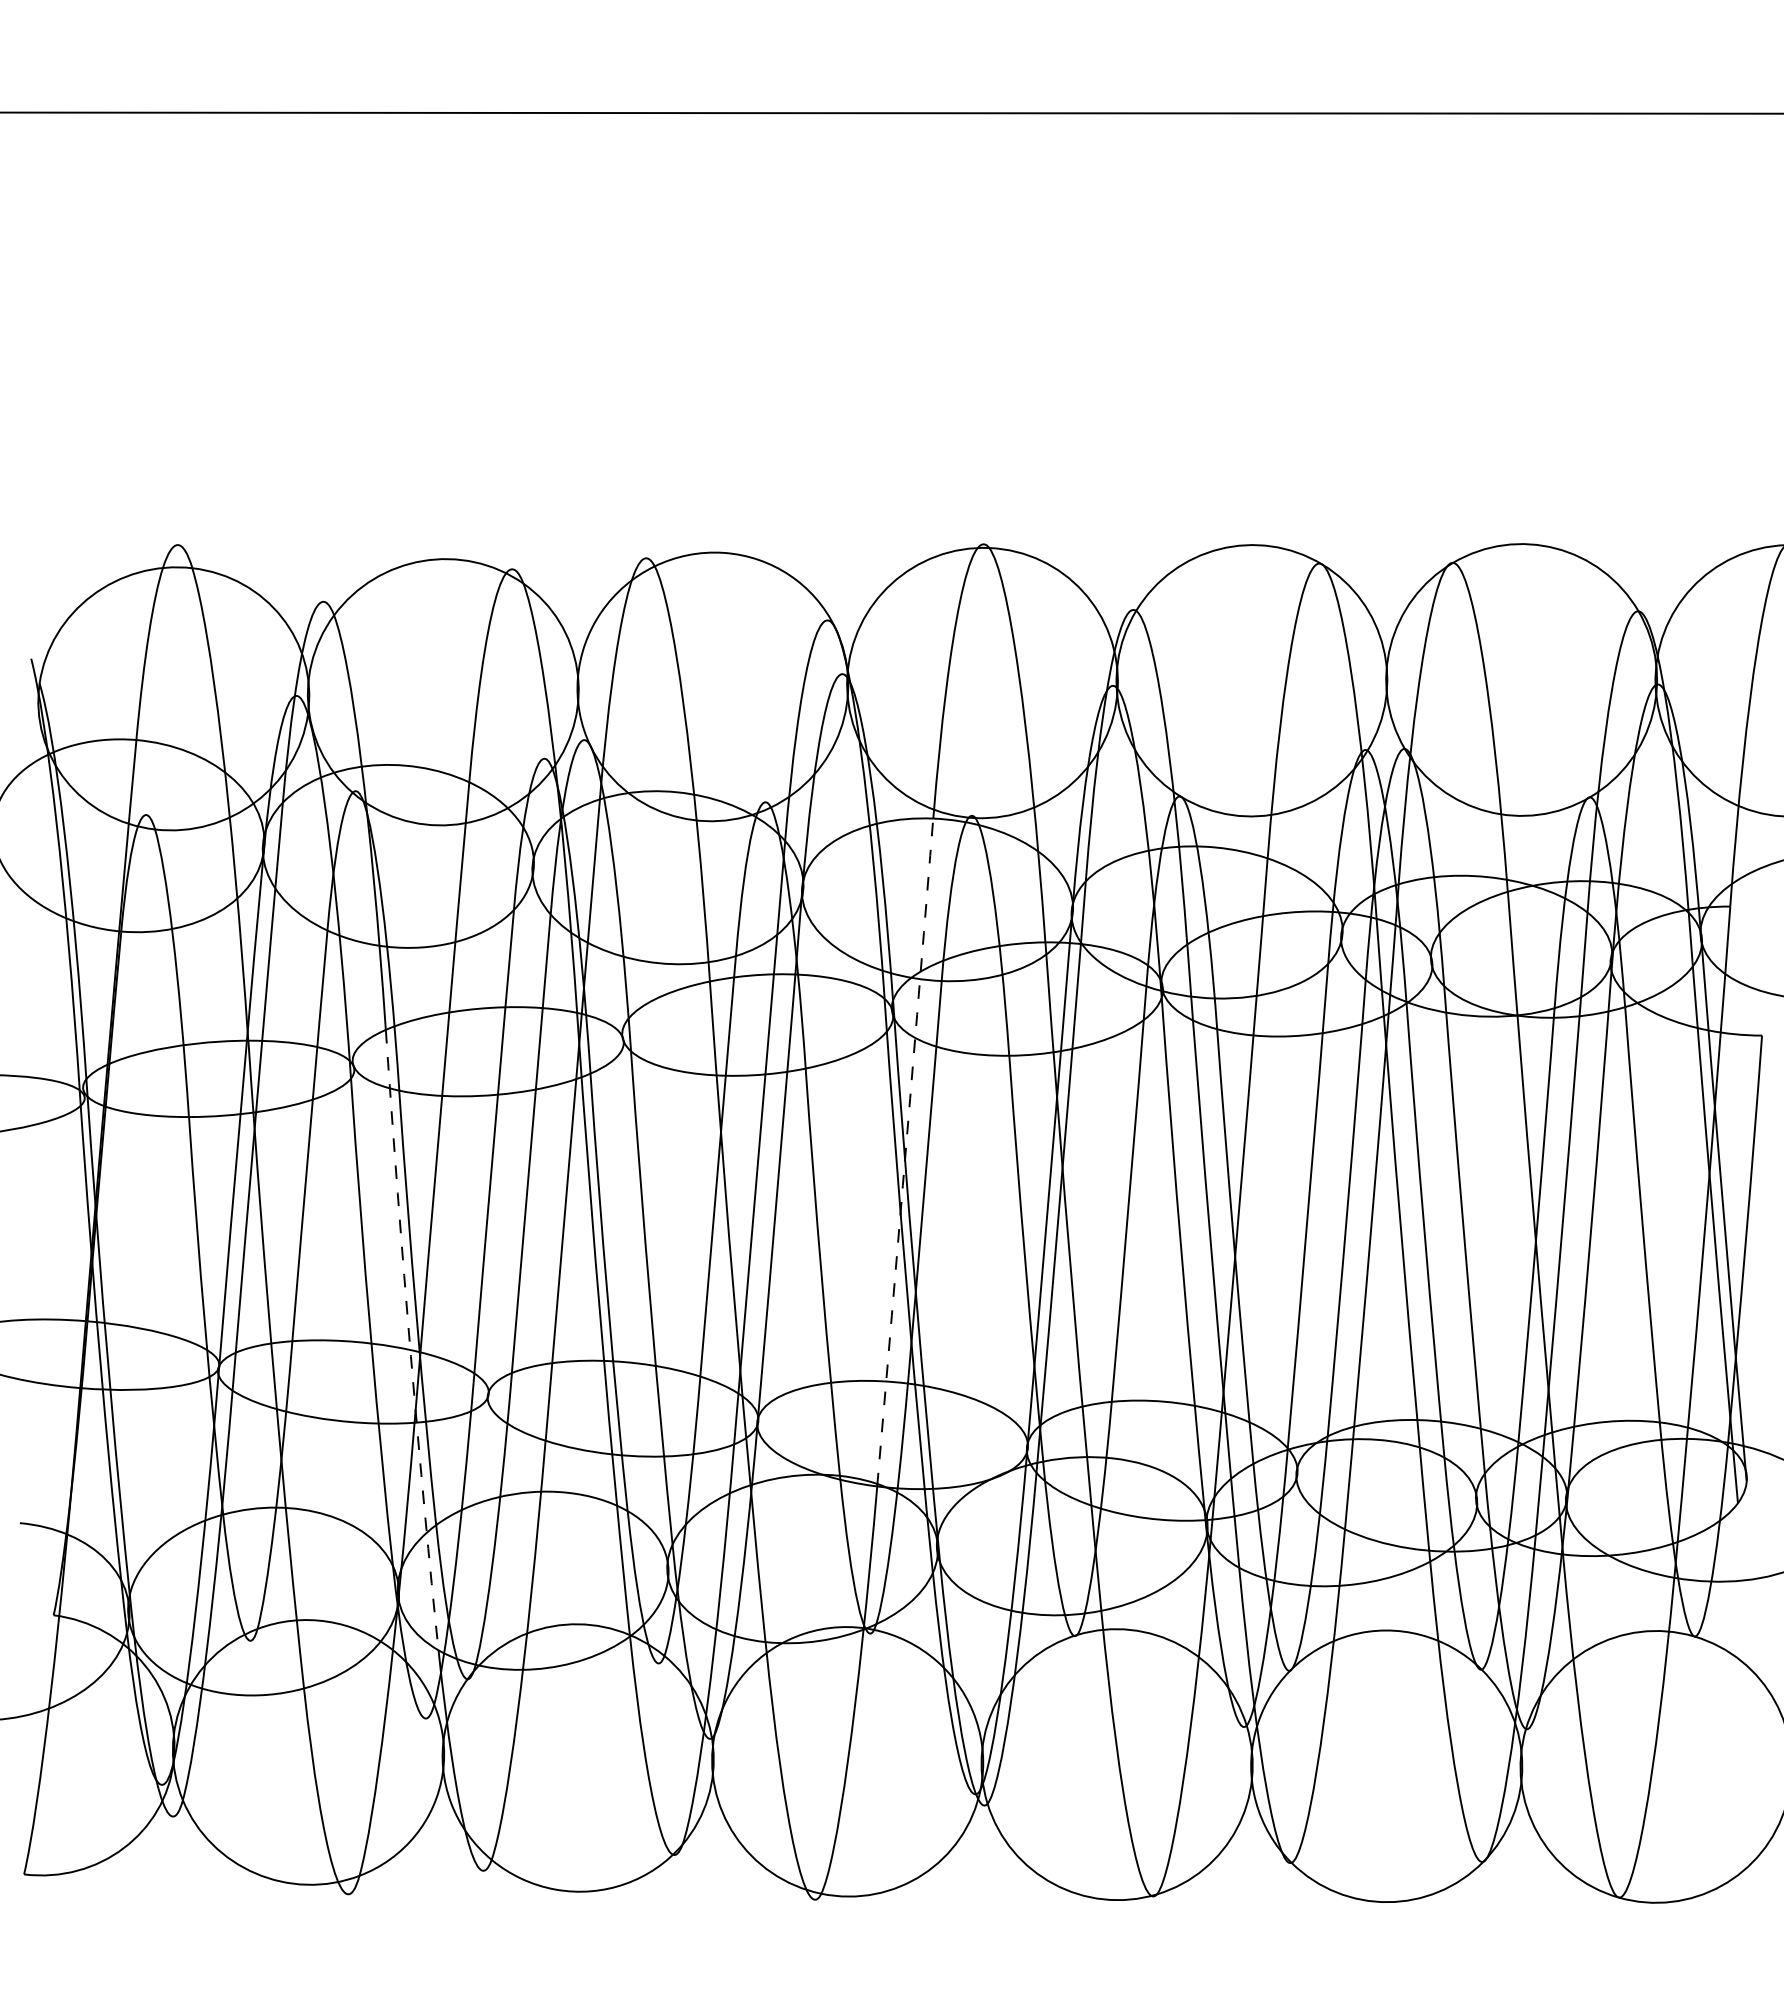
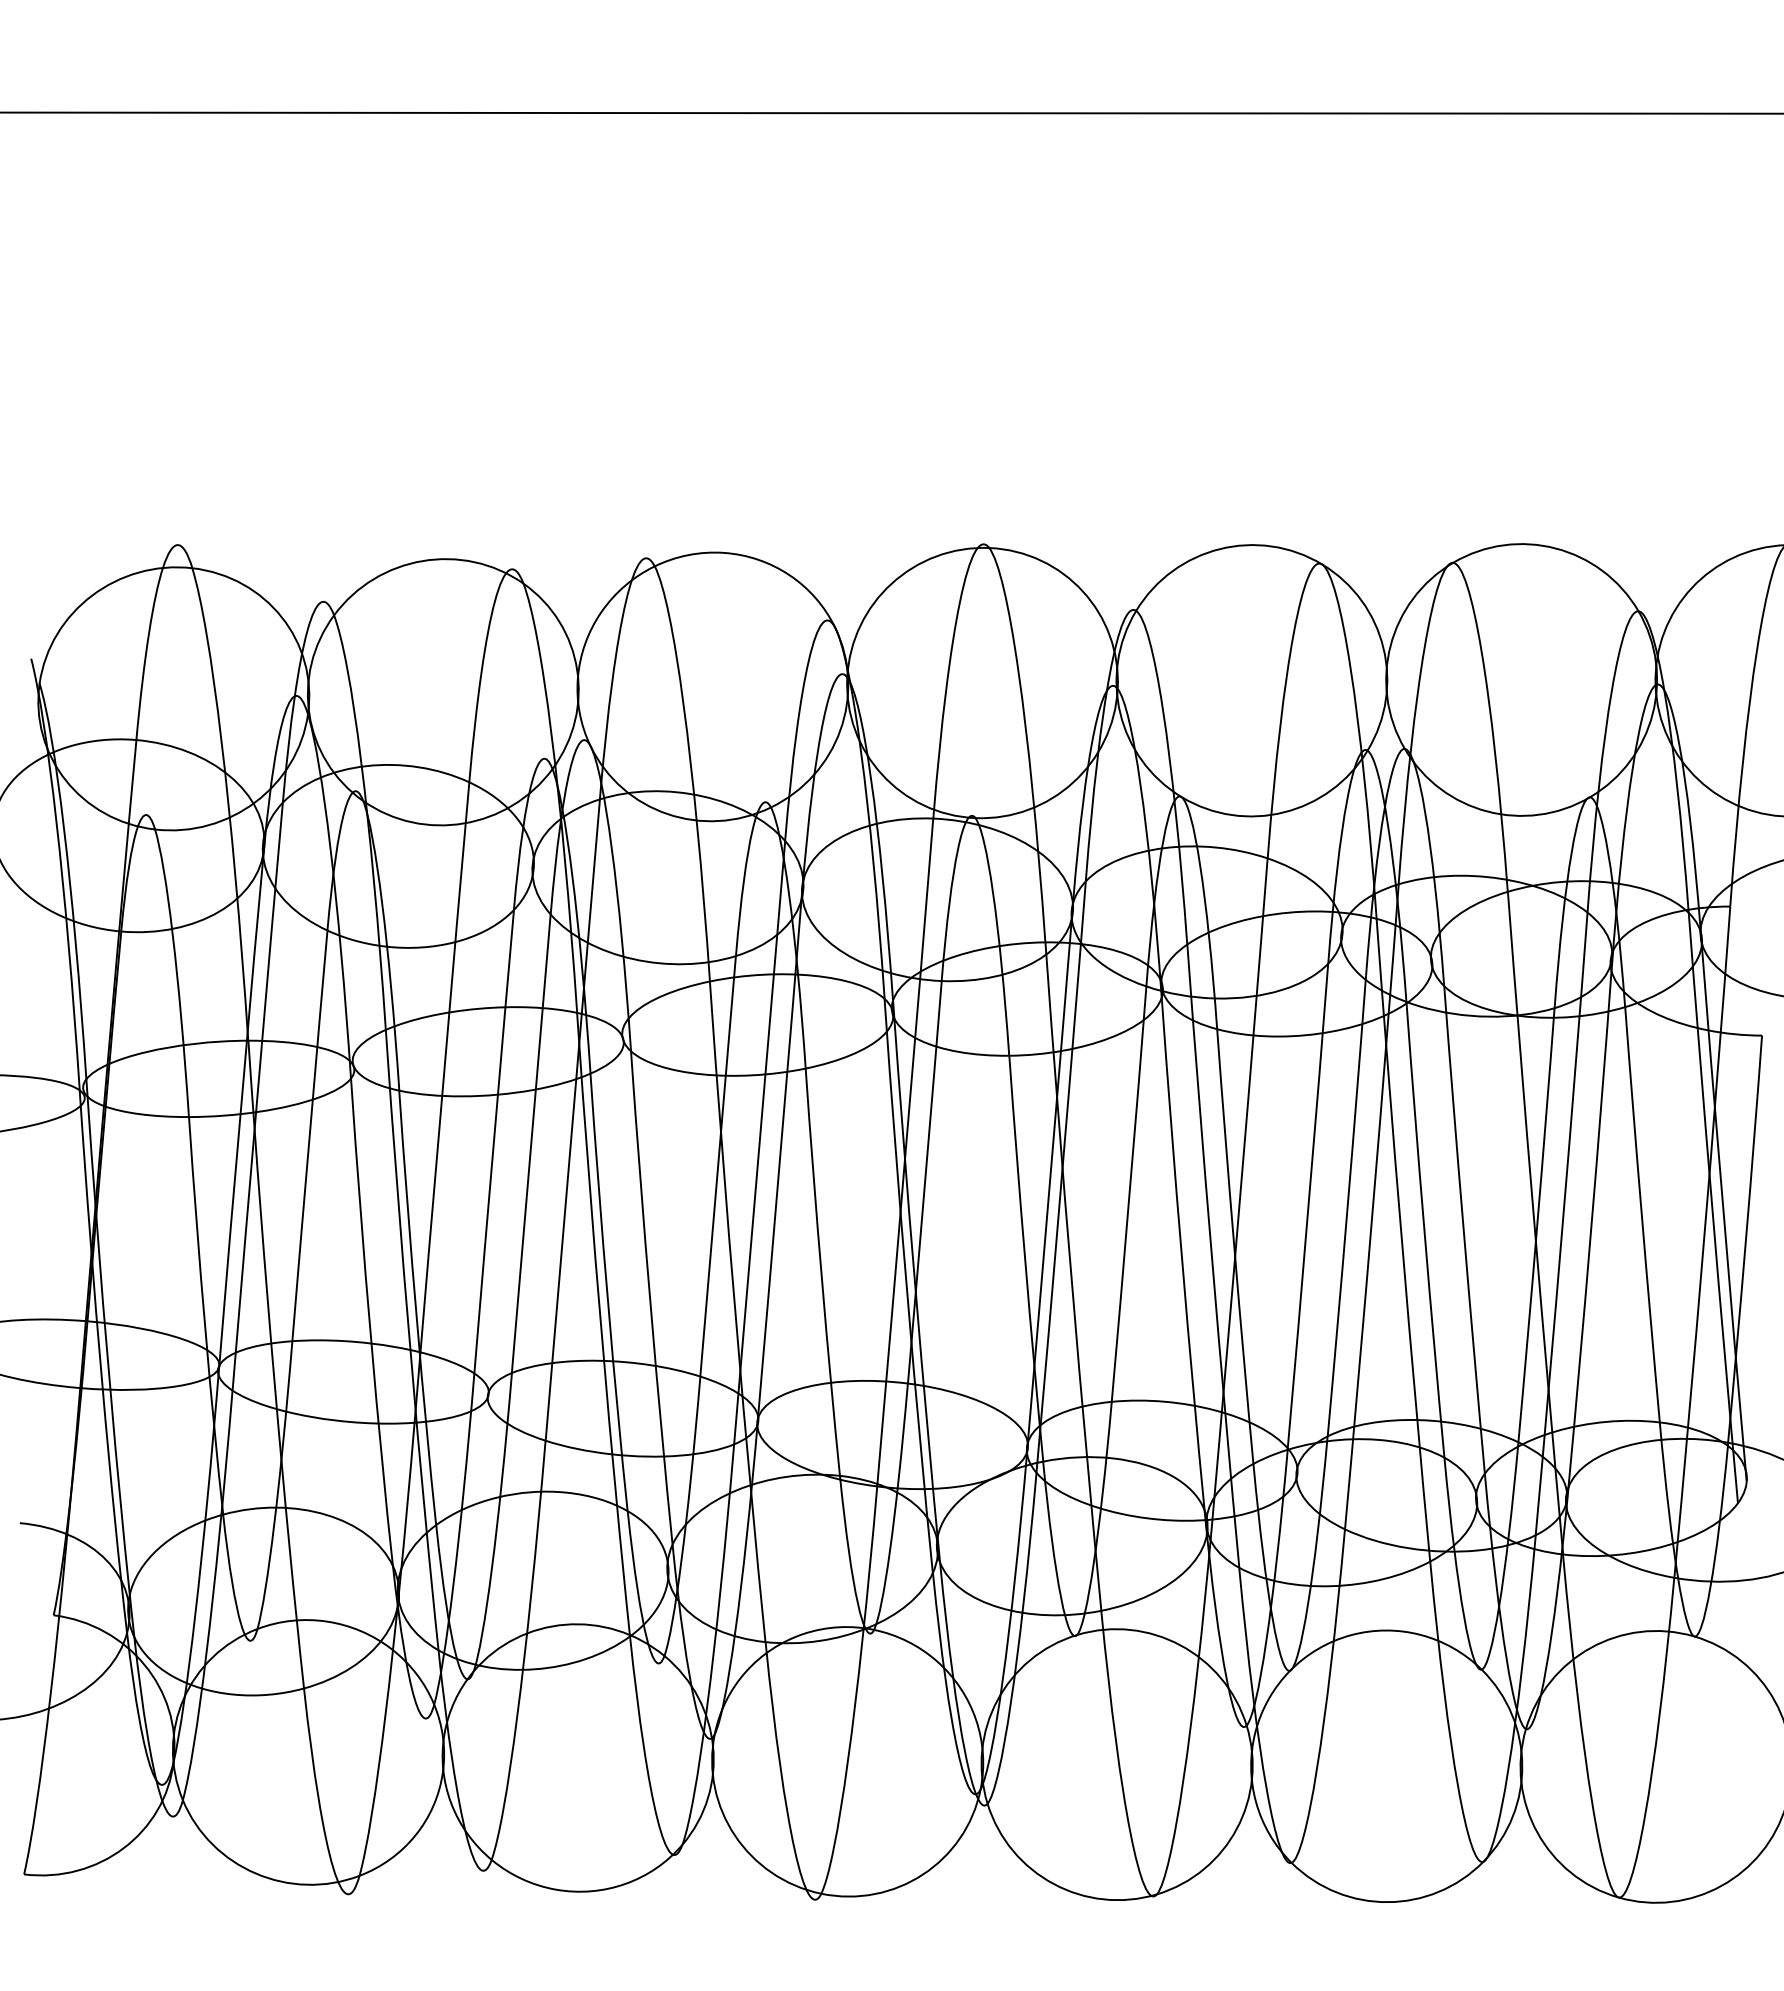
arc at (906, 1146): dashed -> solid
arc at (410, 1345): dashed -> solid
